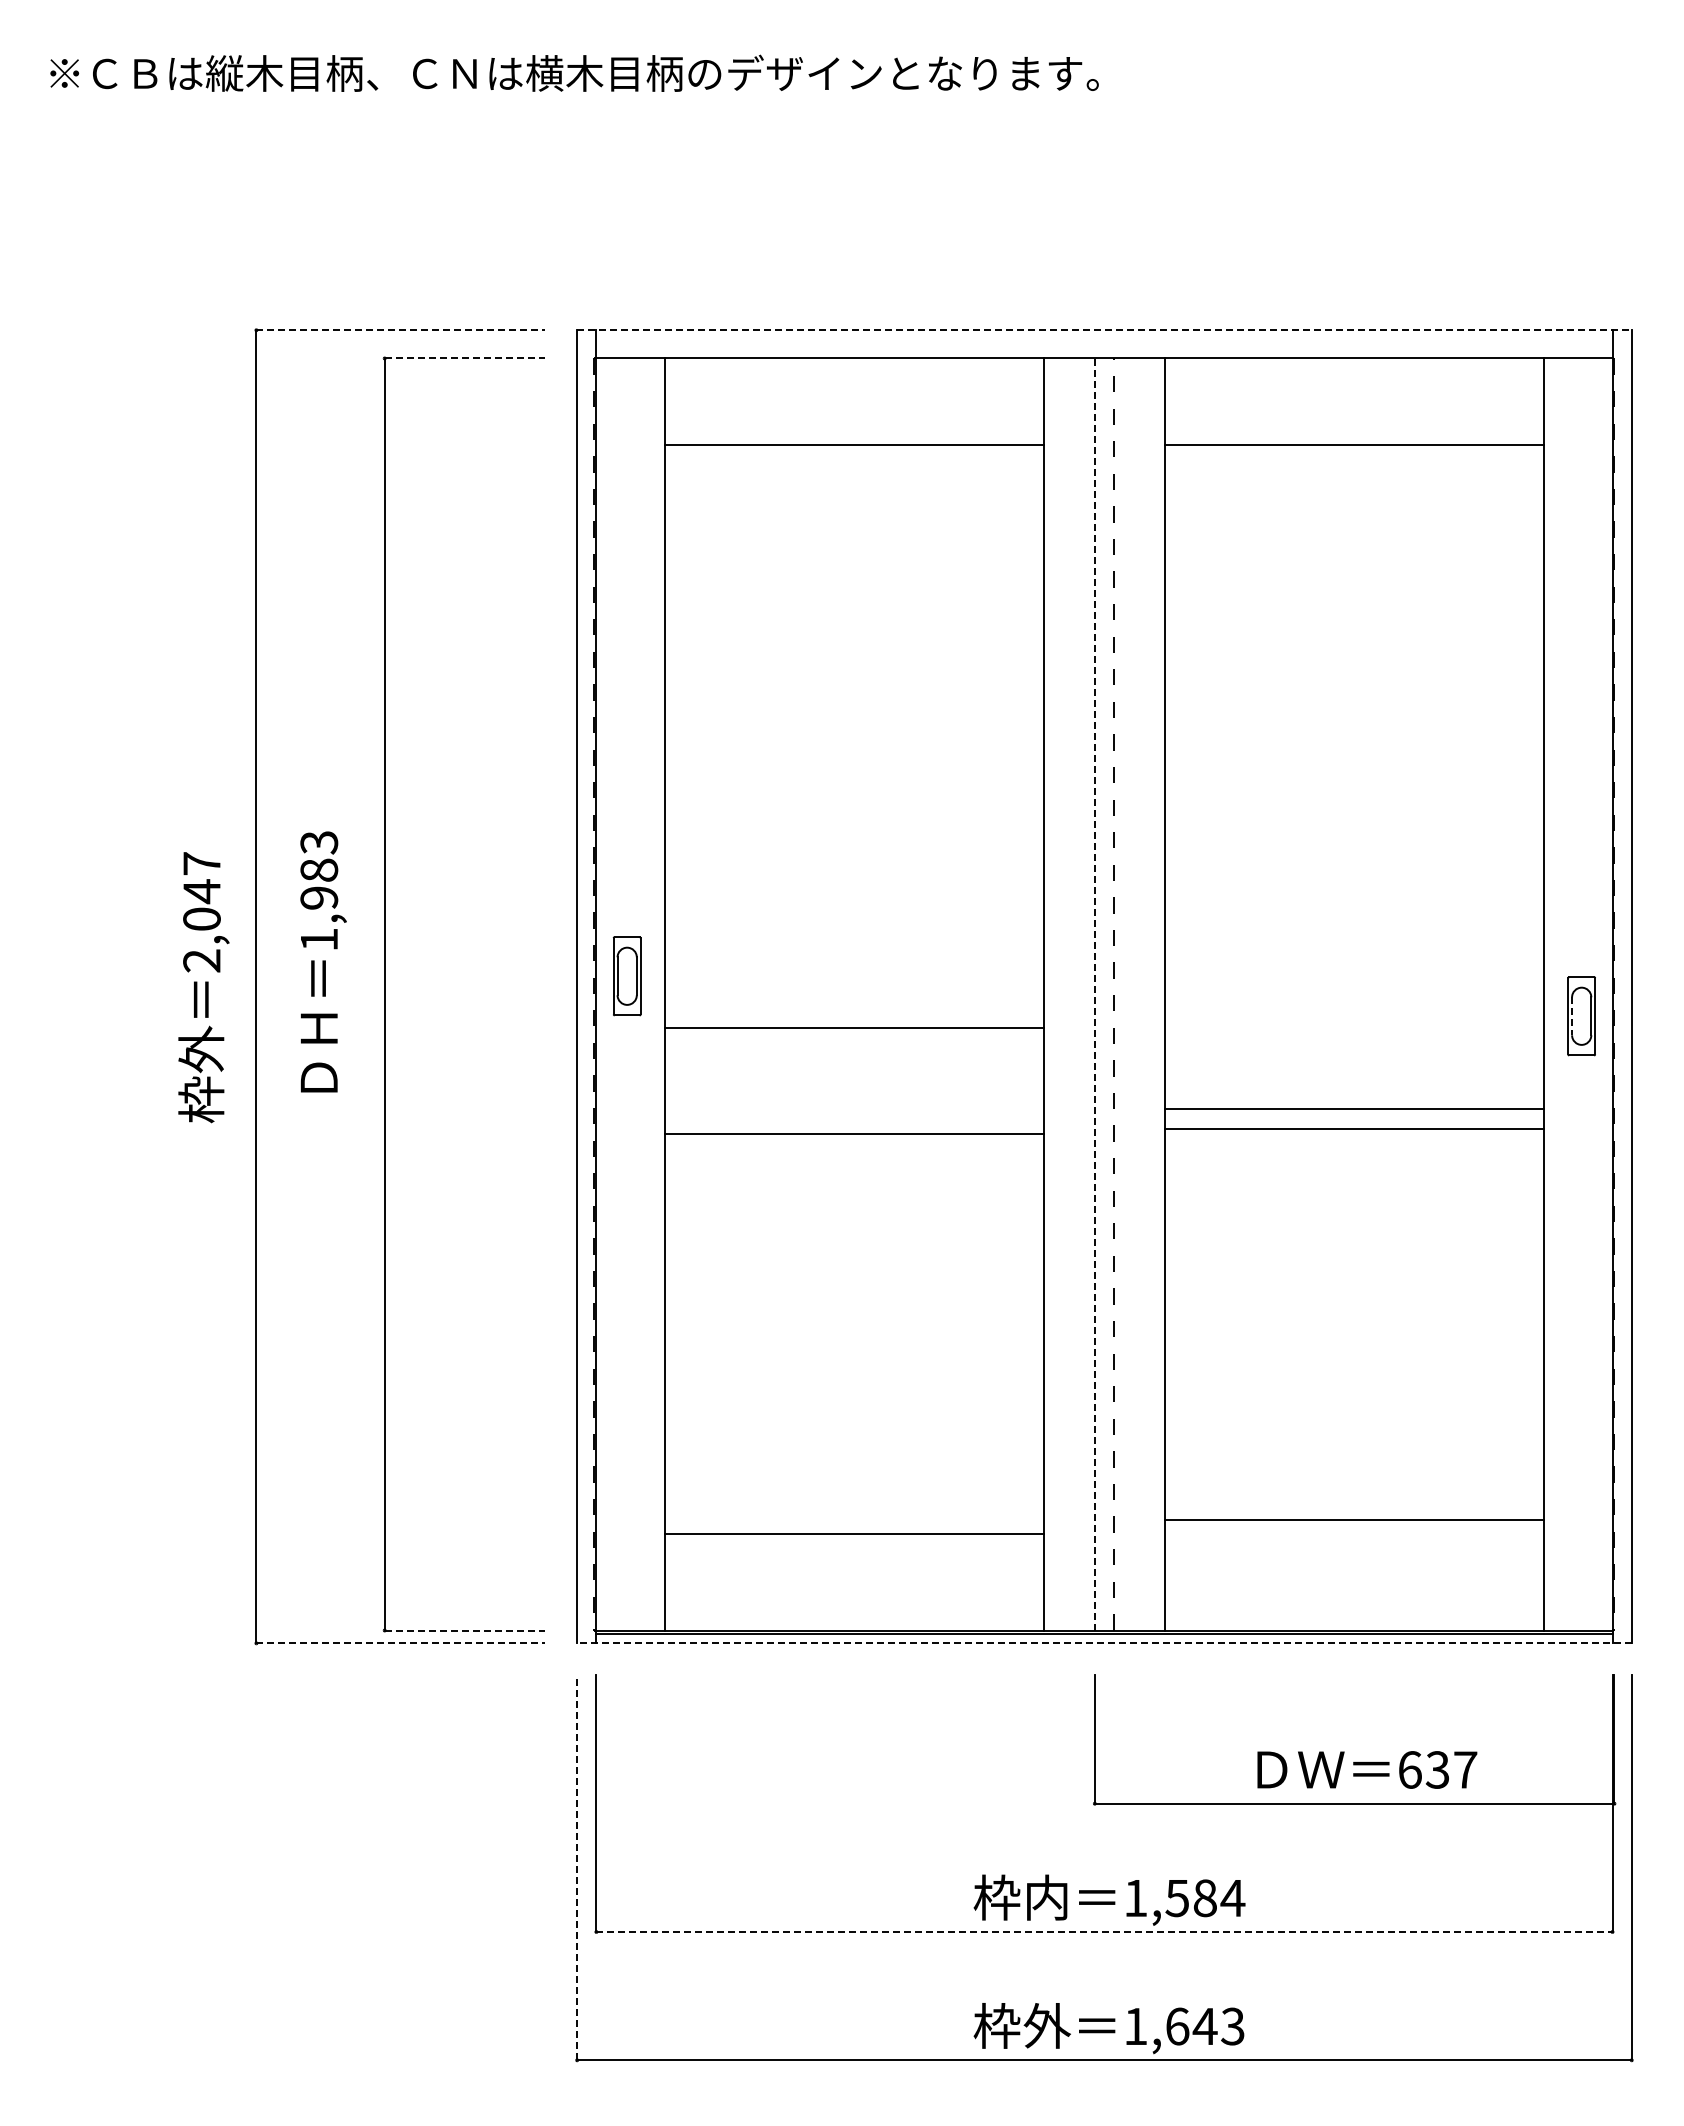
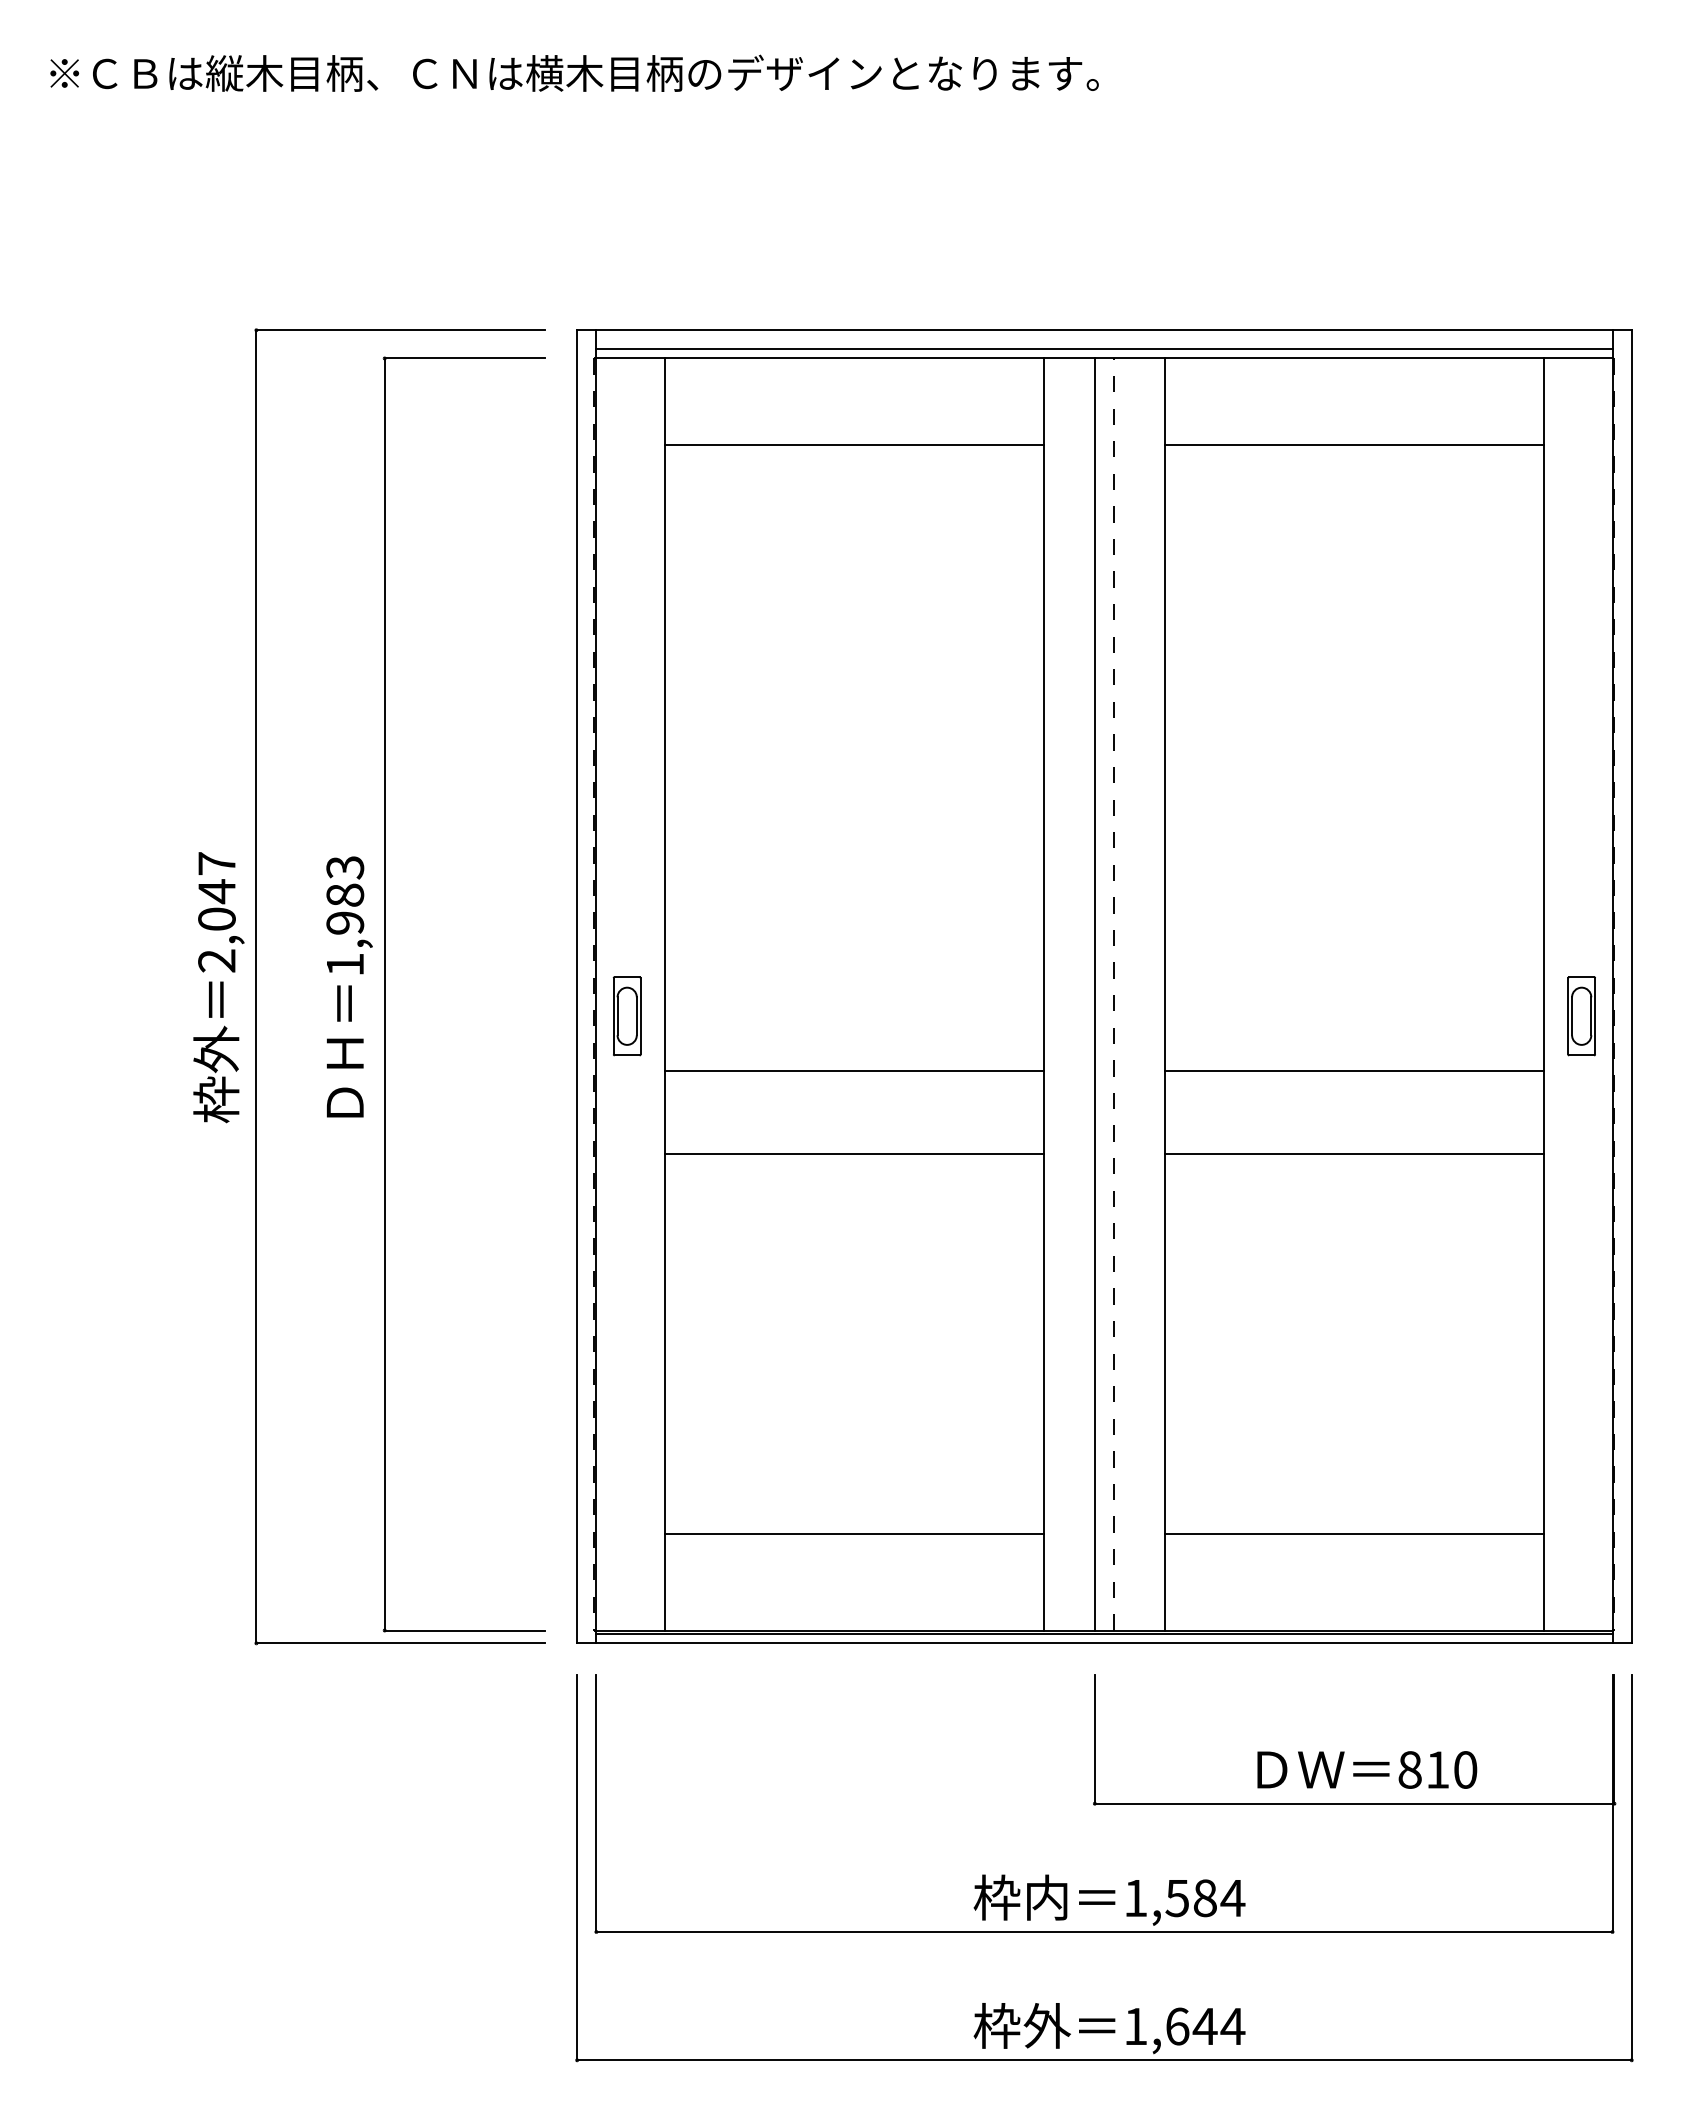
line at (401, 330): dashed -> solid
line at (1104, 330): dashed -> solid
line at (1104, 349): none -> present
line at (465, 358): dashed -> solid
text at (323, 961) position: (323, 961) -> (349, 986)
part at (626, 976) position: (626, 976) -> (626, 1016)
text at (203, 987) position: (203, 987) -> (218, 987)
line at (1094, 993): dashed -> solid
line at (1572, 1016): dashed -> solid
line at (854, 1027) position: (854, 1027) -> (854, 1070)
line at (1354, 1108) position: (1354, 1108) -> (1354, 1070)
line at (1354, 1128) position: (1354, 1128) -> (1354, 1153)
line at (854, 1133) position: (854, 1133) -> (854, 1153)
line at (1354, 1520) position: (1354, 1520) -> (1354, 1534)
line at (465, 1630): dashed -> solid
line at (401, 1643): dashed -> solid
line at (1103, 1643): dashed -> solid
text at (1437, 1769): 637 -> 810
line at (577, 1867): dashed -> solid
line at (1104, 1932): dashed -> solid
text at (1232, 2026): 1,643 -> 1,644
